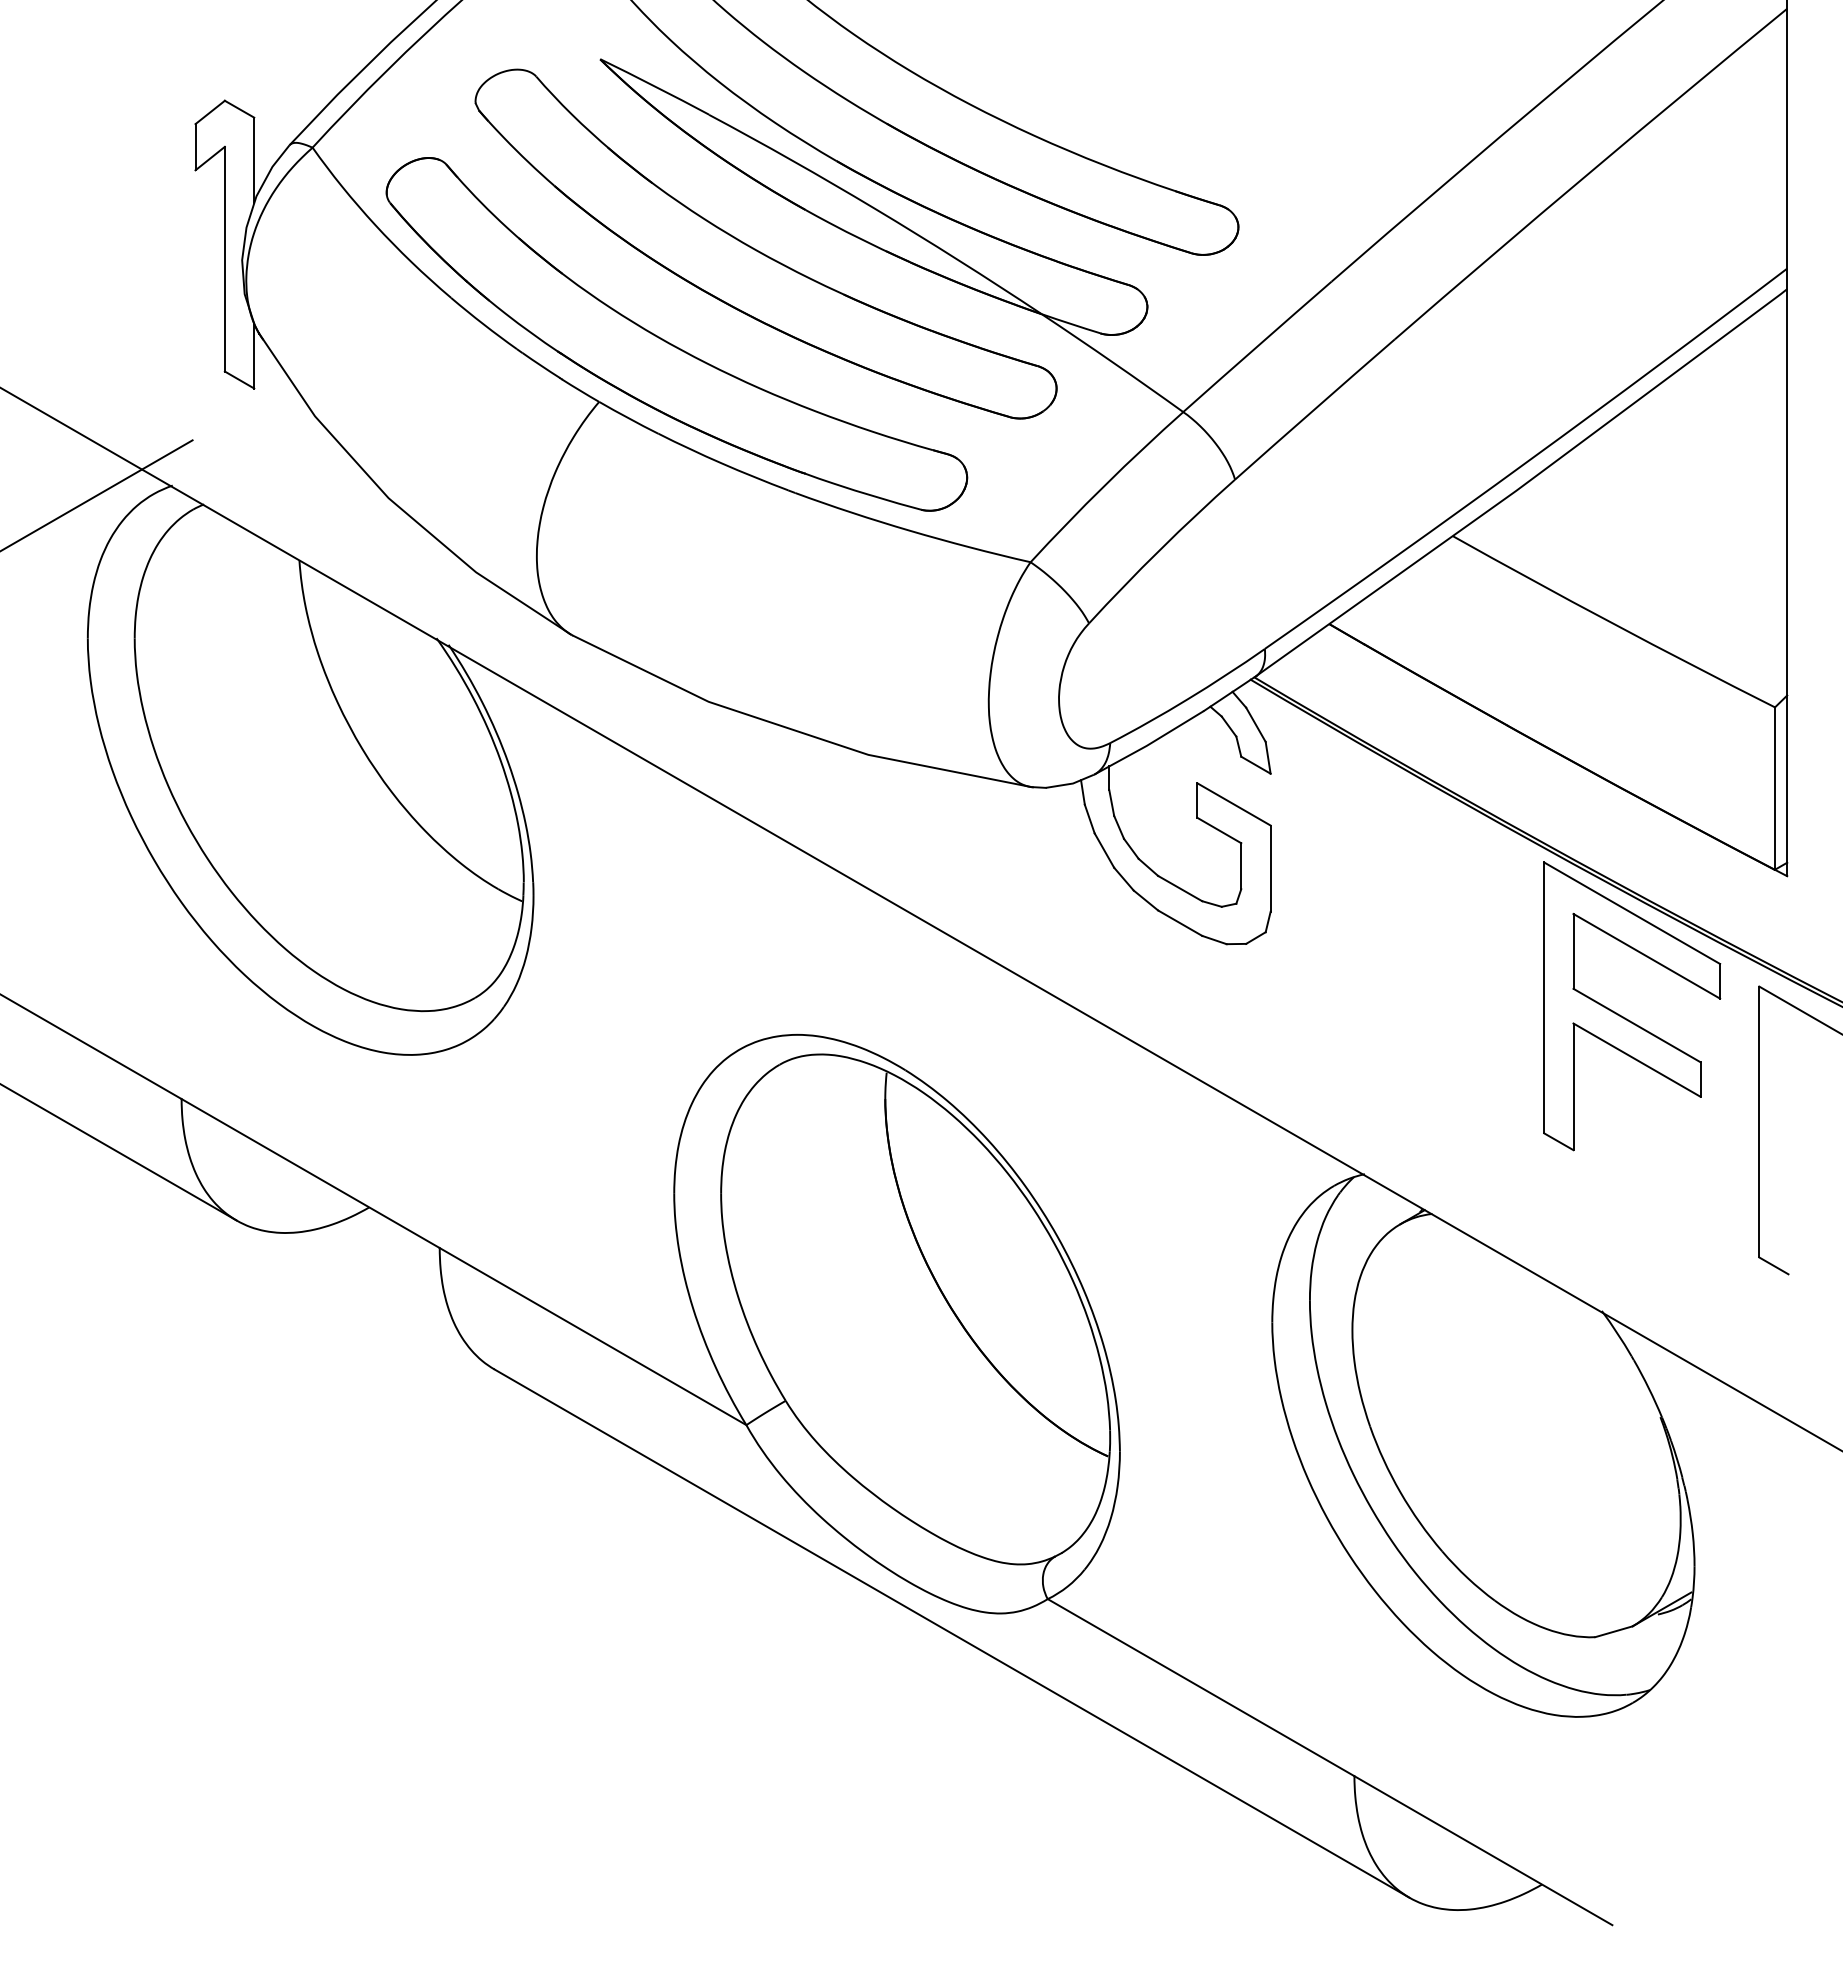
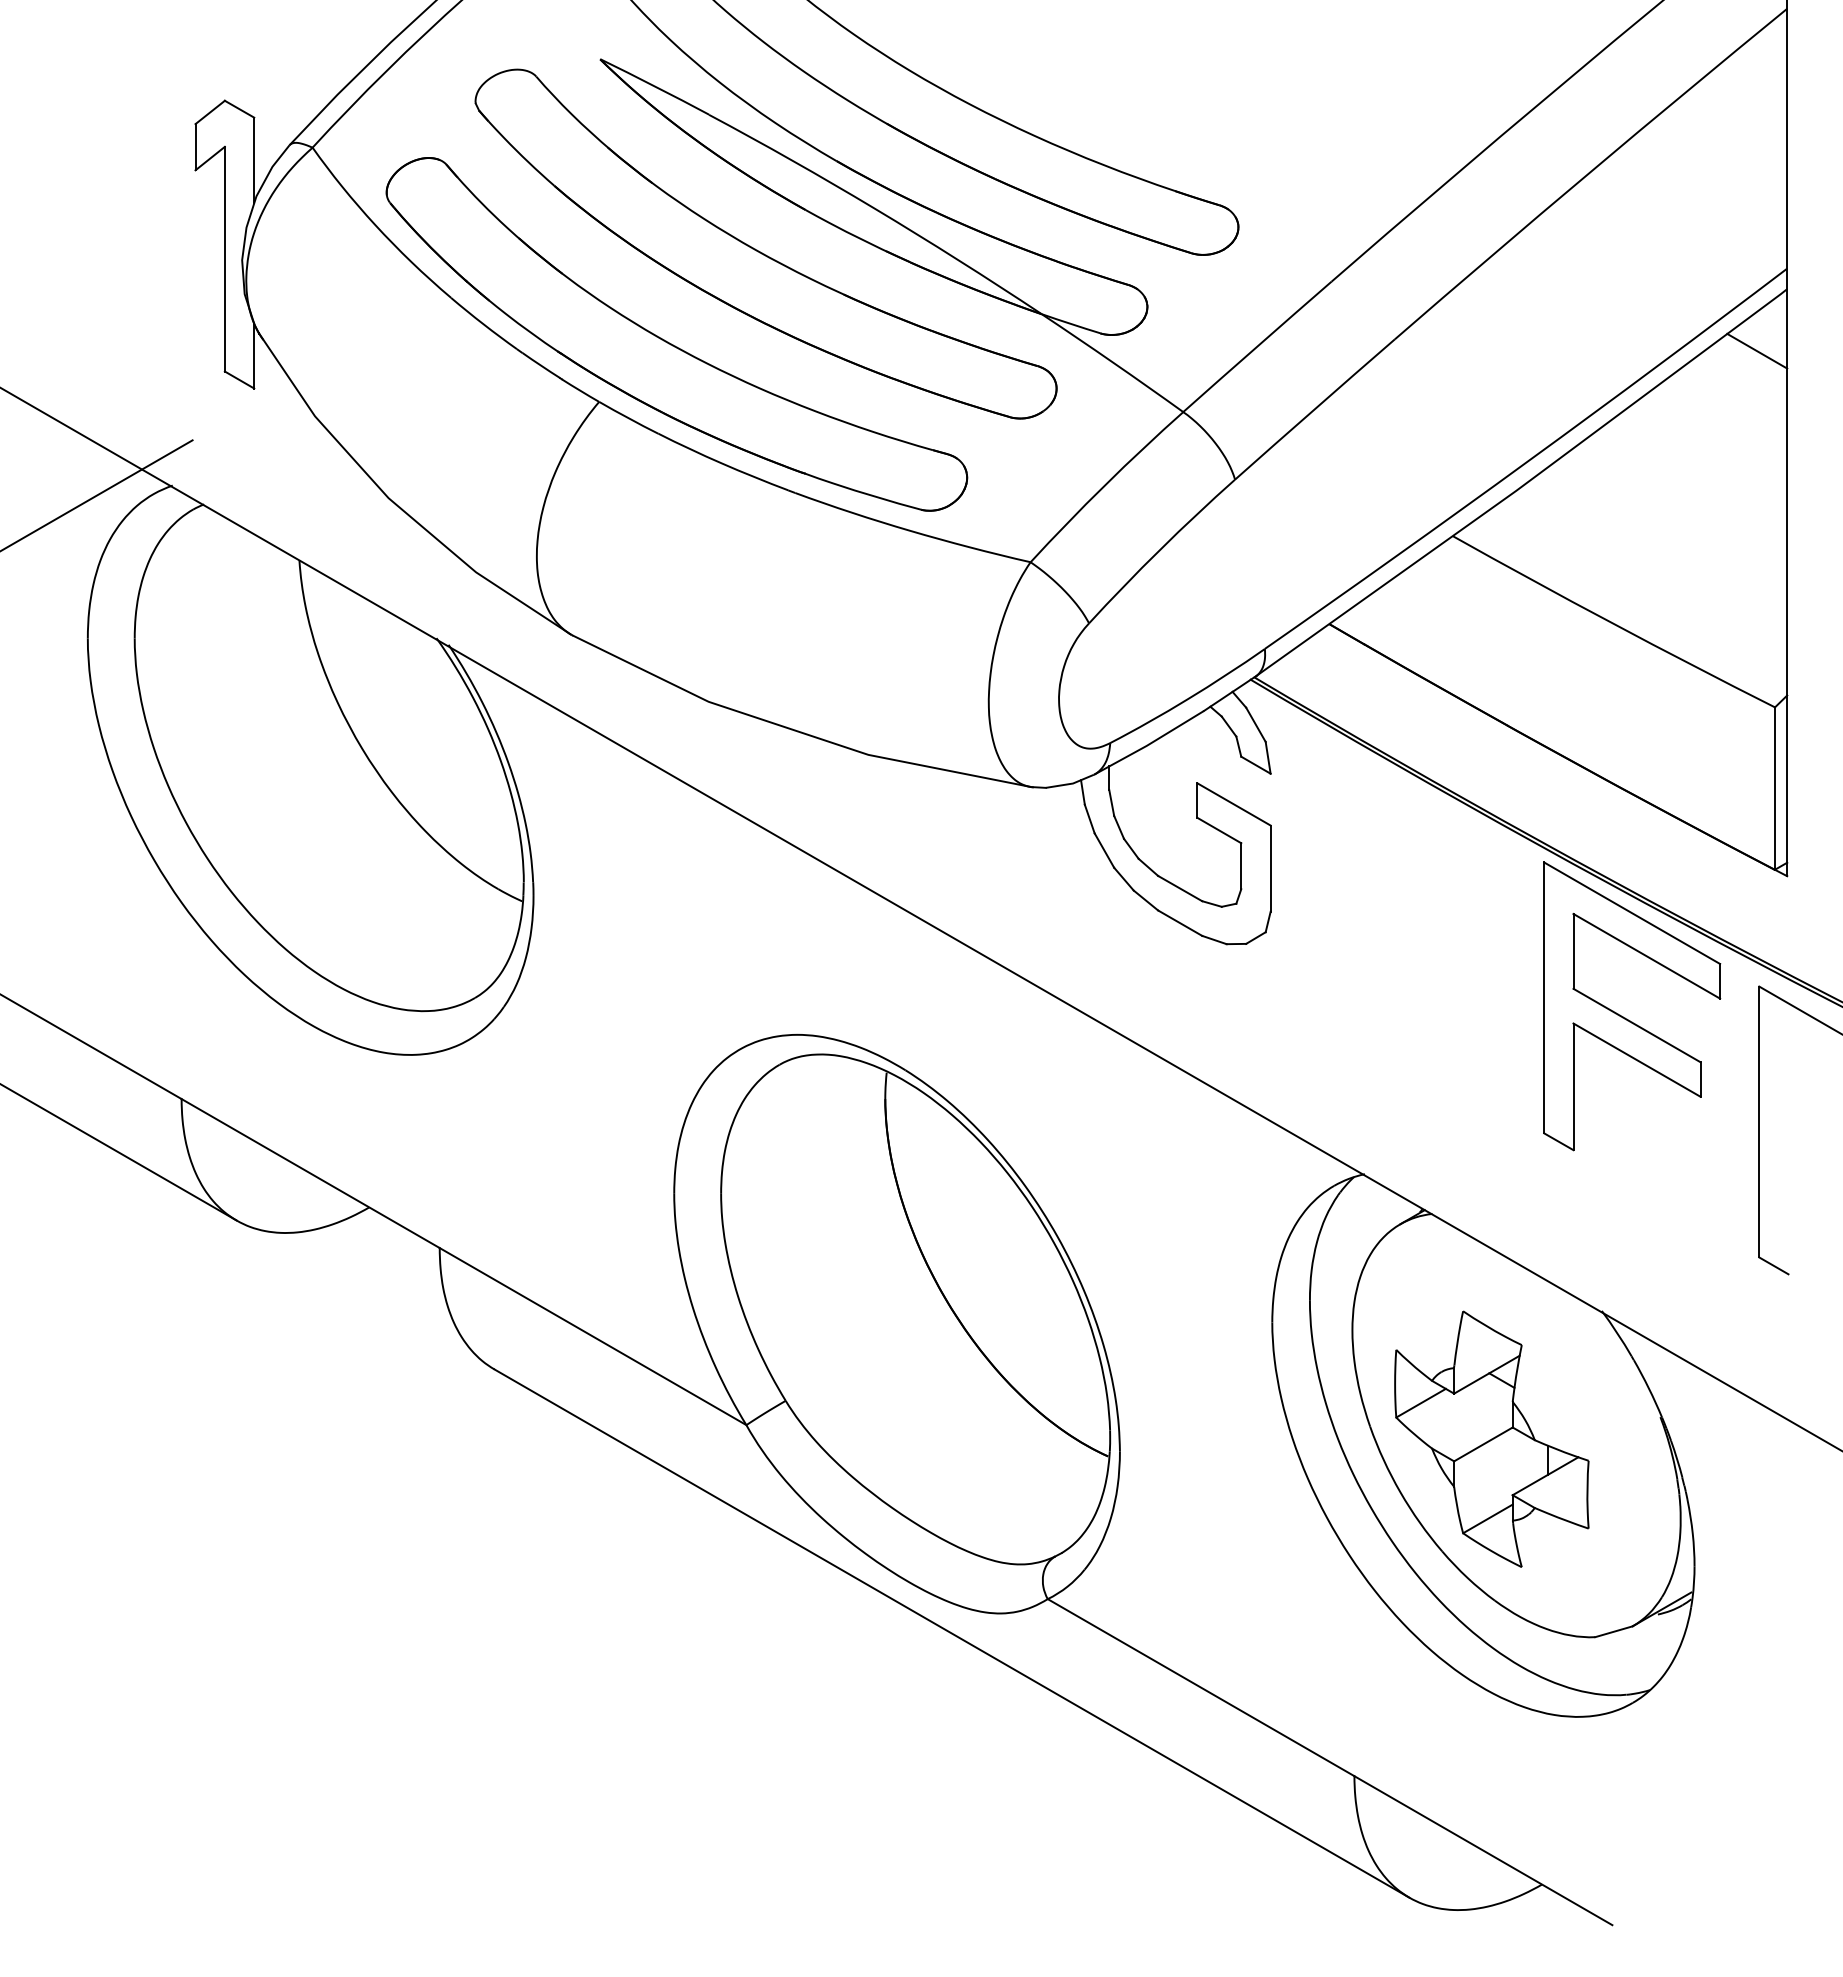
line at (1757, 350): none -> present
part at (1491, 1438): none -> present
